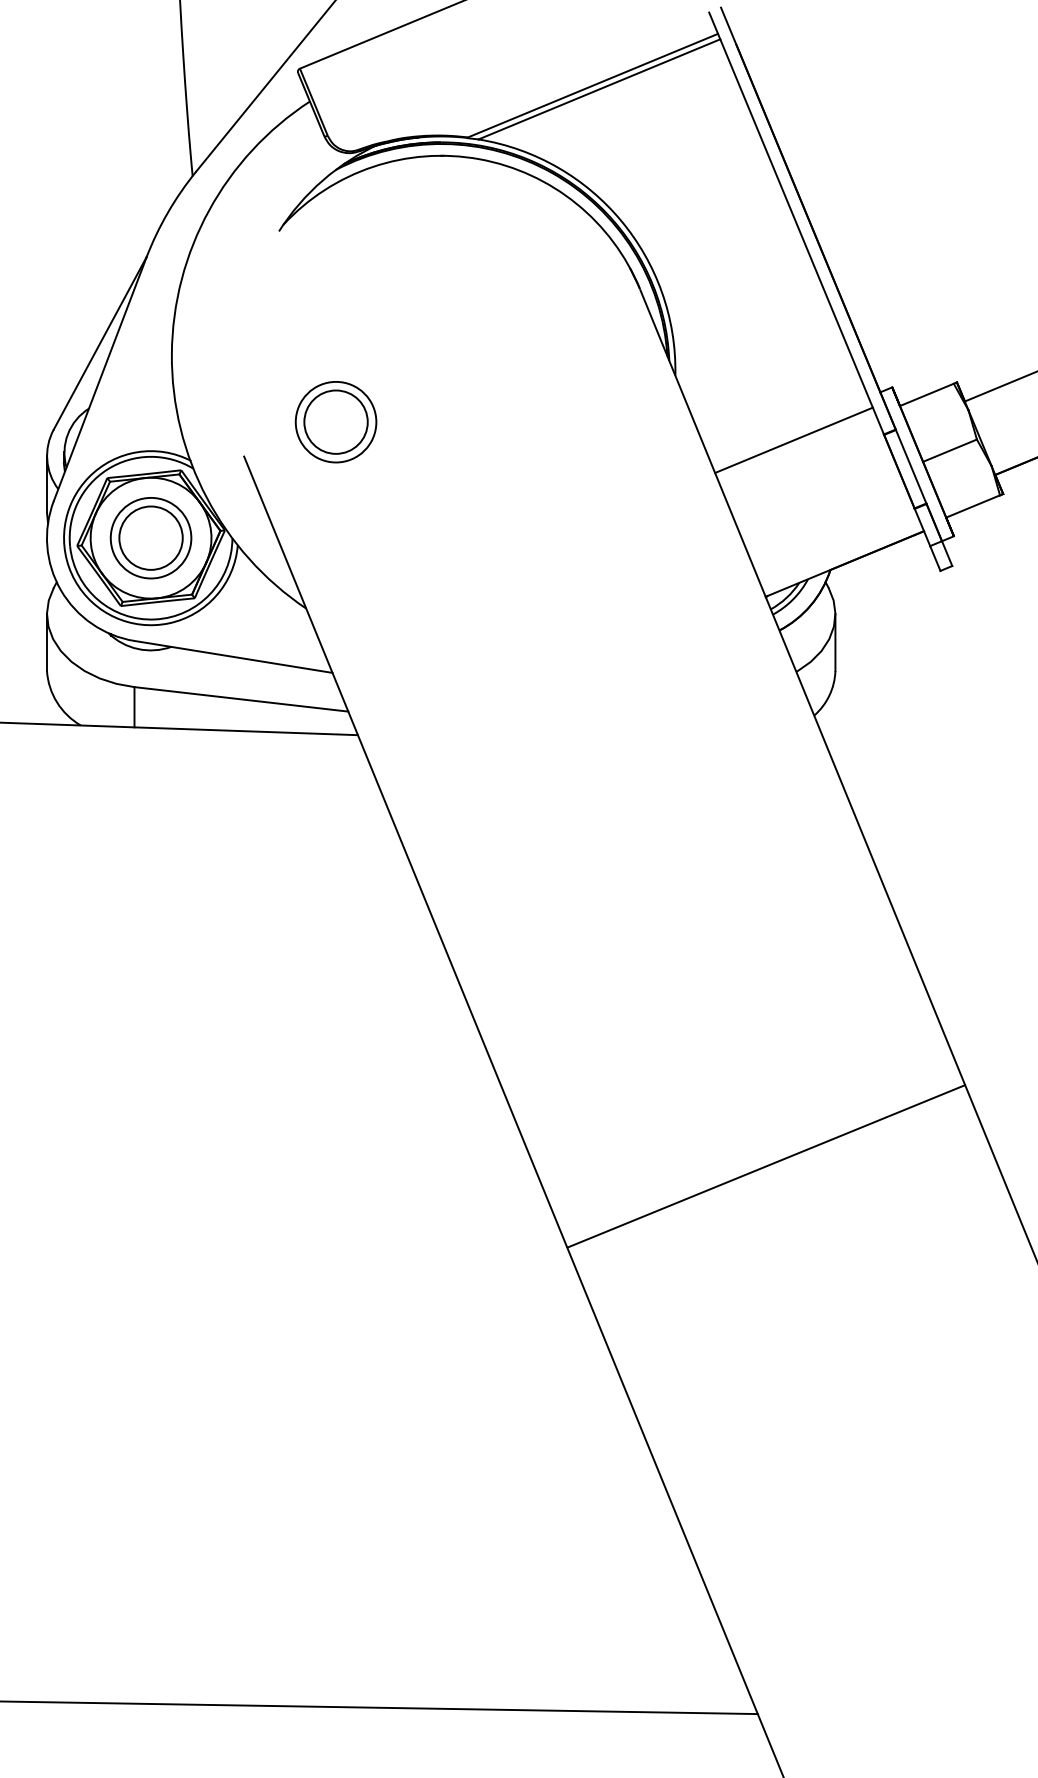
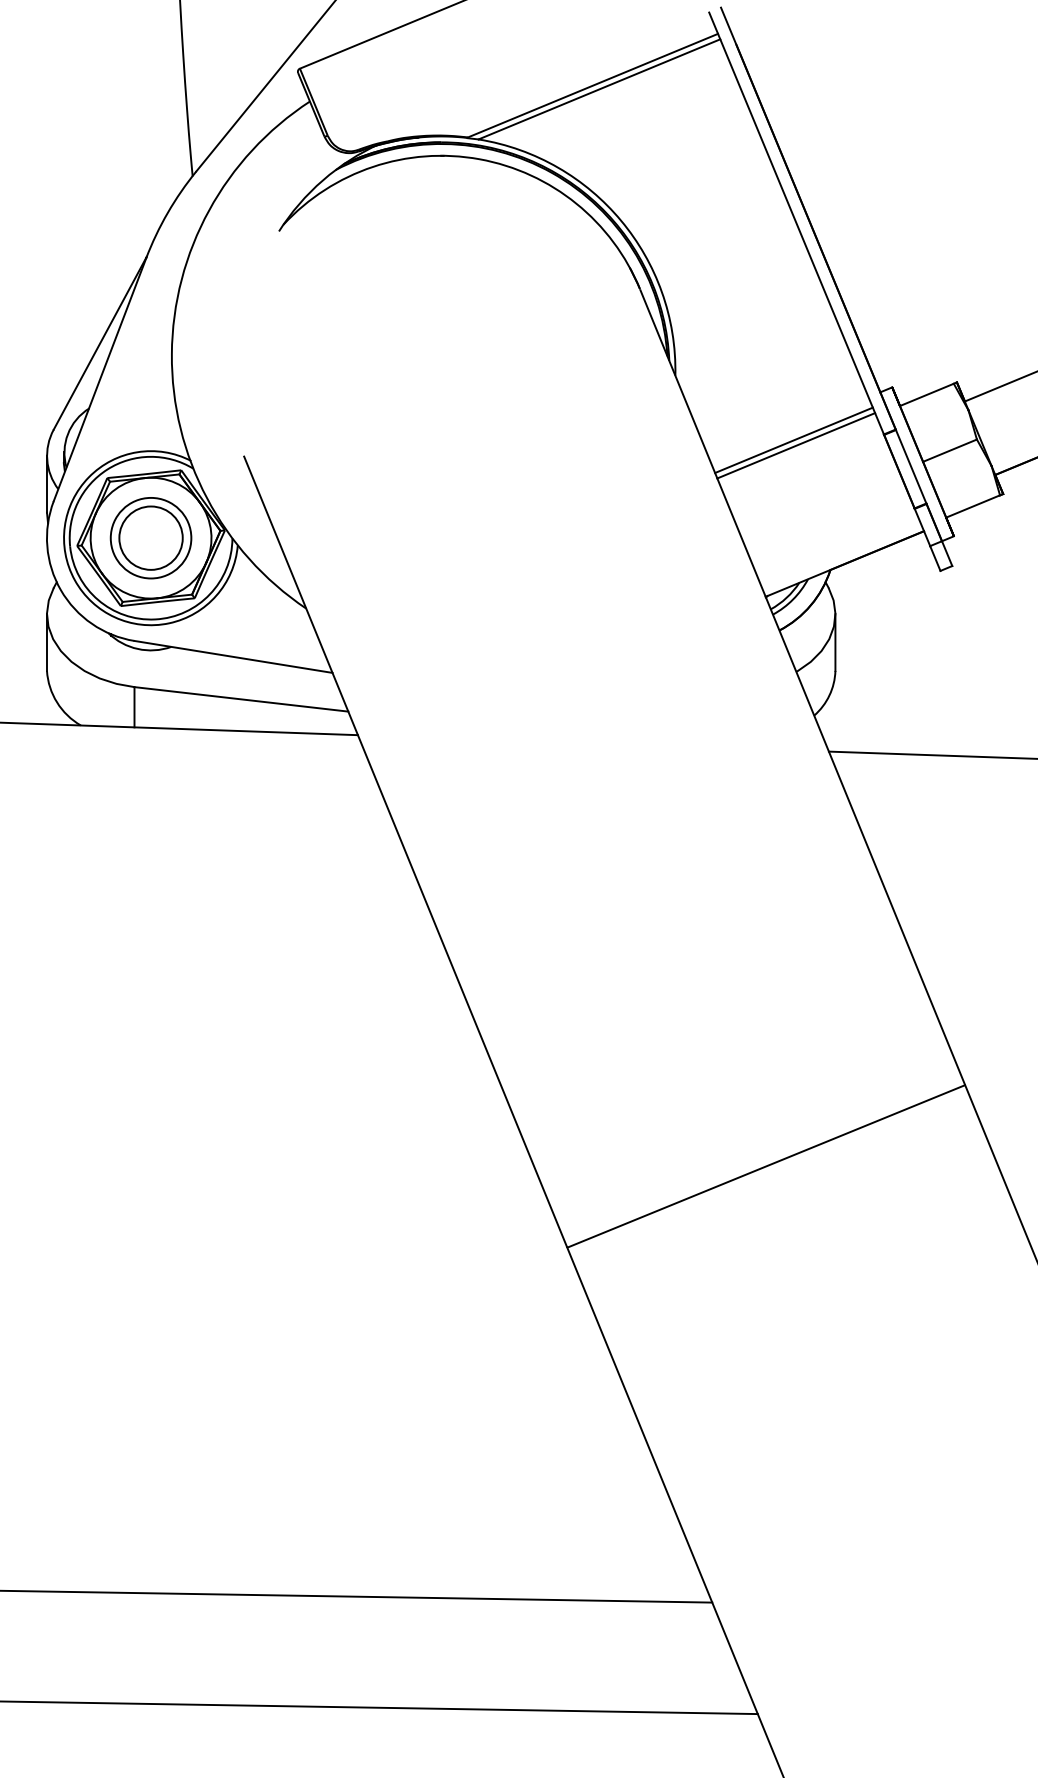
part at (335, 422): present -> none
line at (796, 445): none -> present
line at (931, 754): none -> present
line at (357, 1596): none -> present
